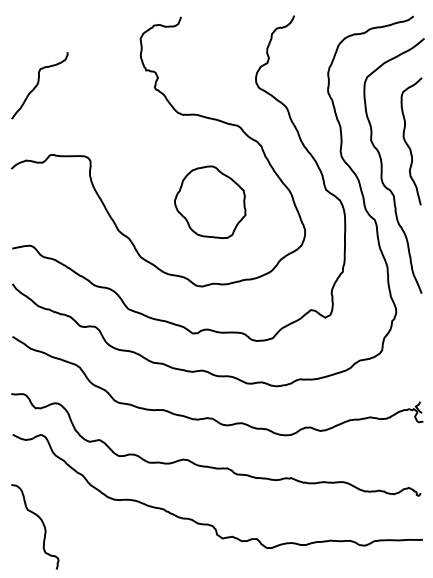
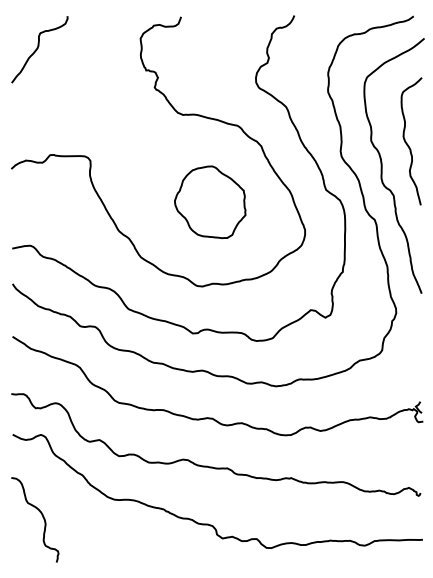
curve at (38, 84) position: (38, 84) -> (38, 48)
curve at (41, 522) position: (41, 522) -> (41, 515)
